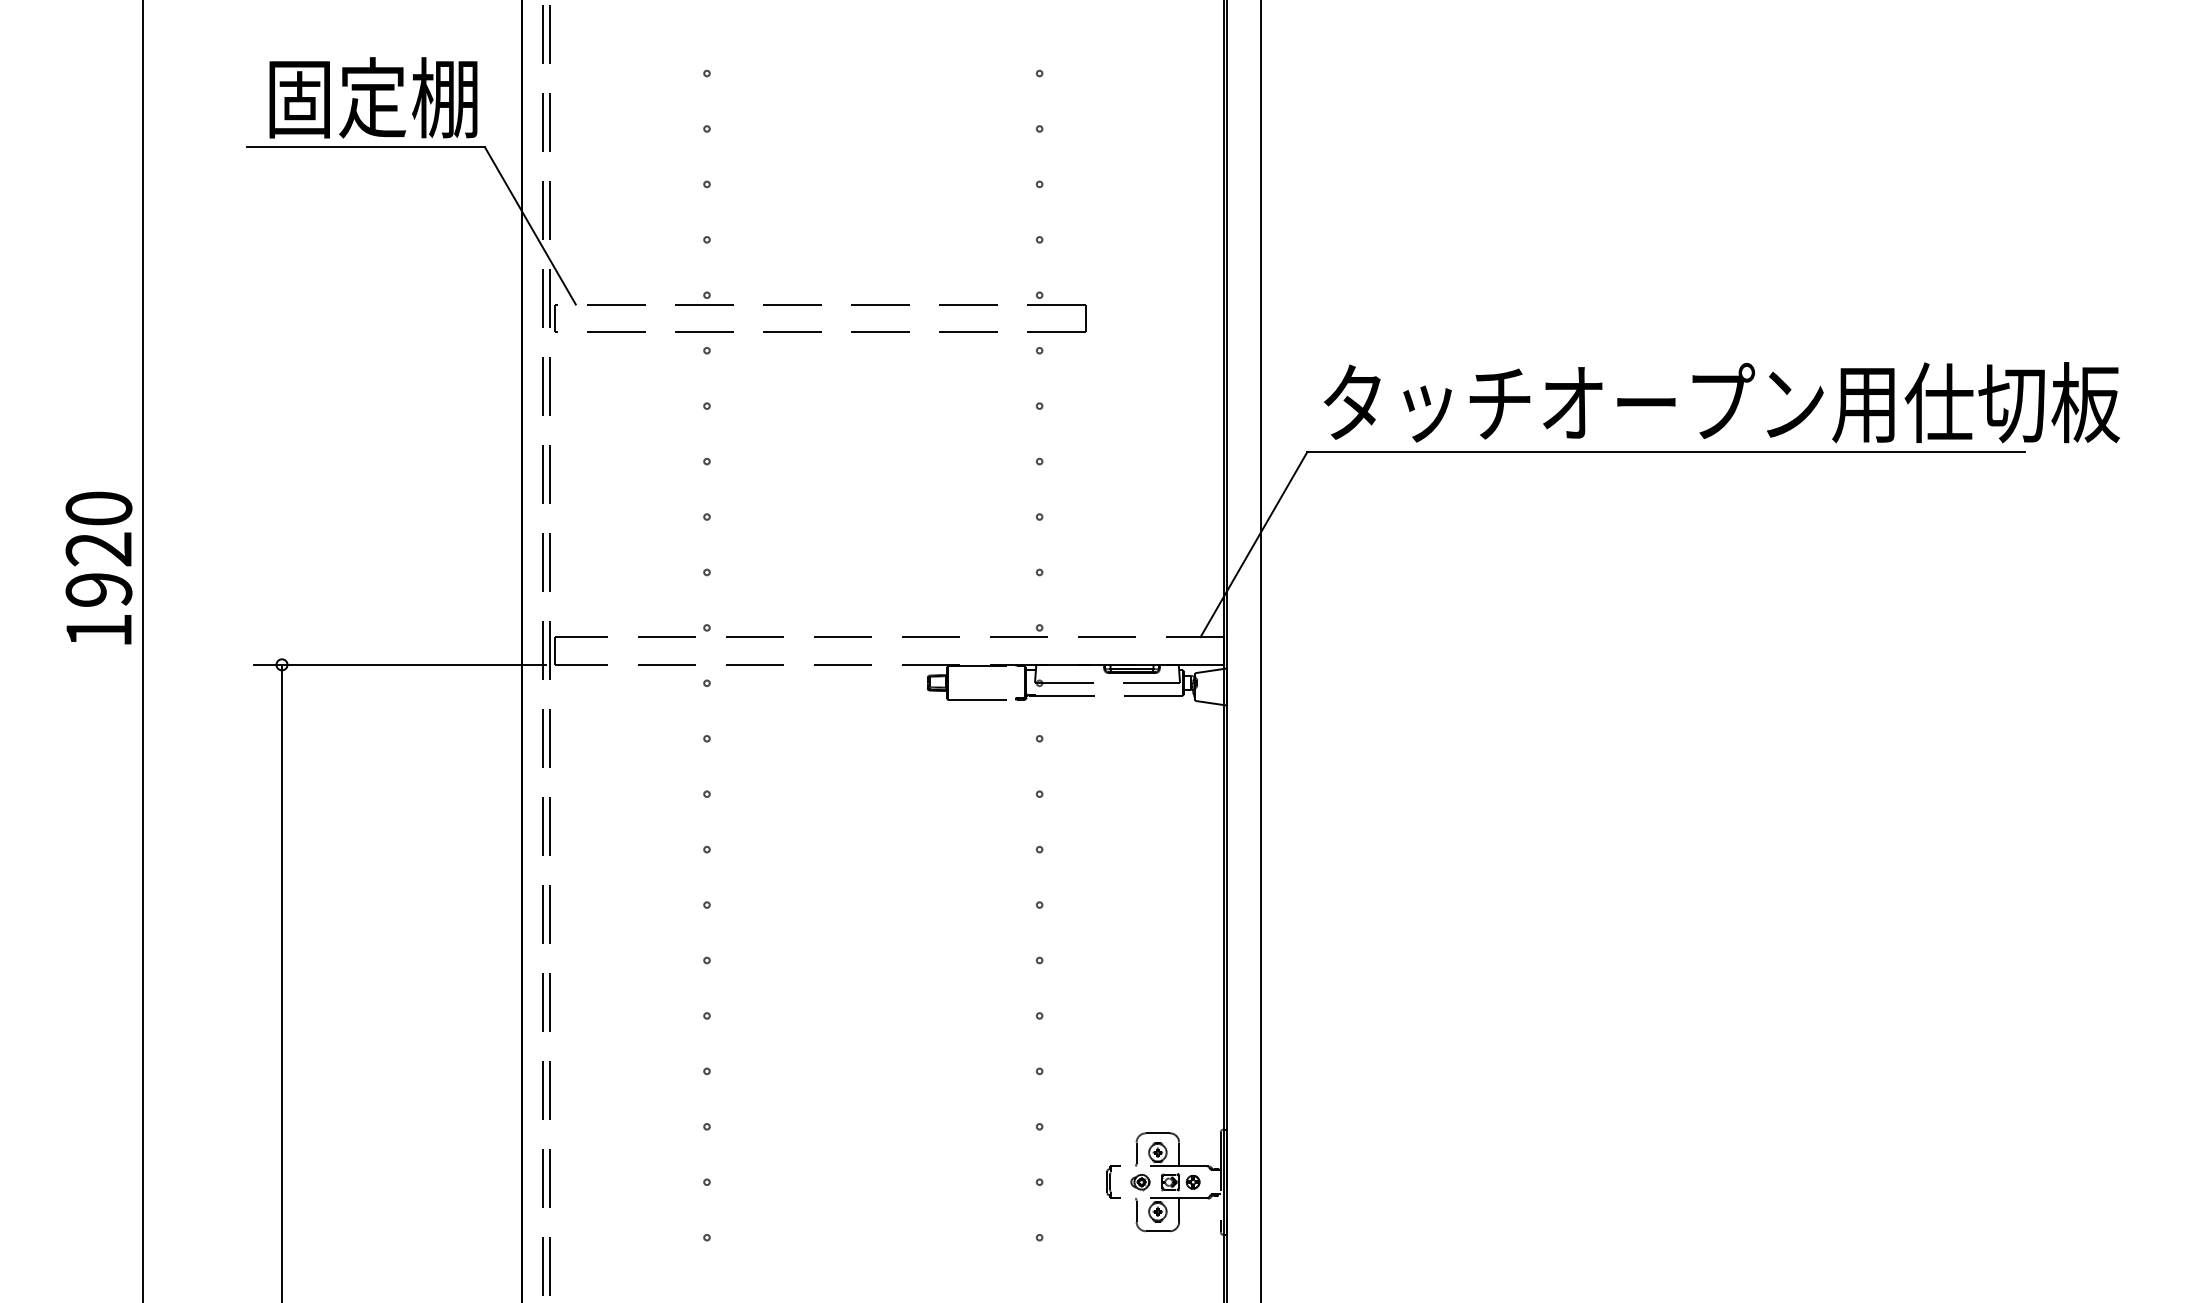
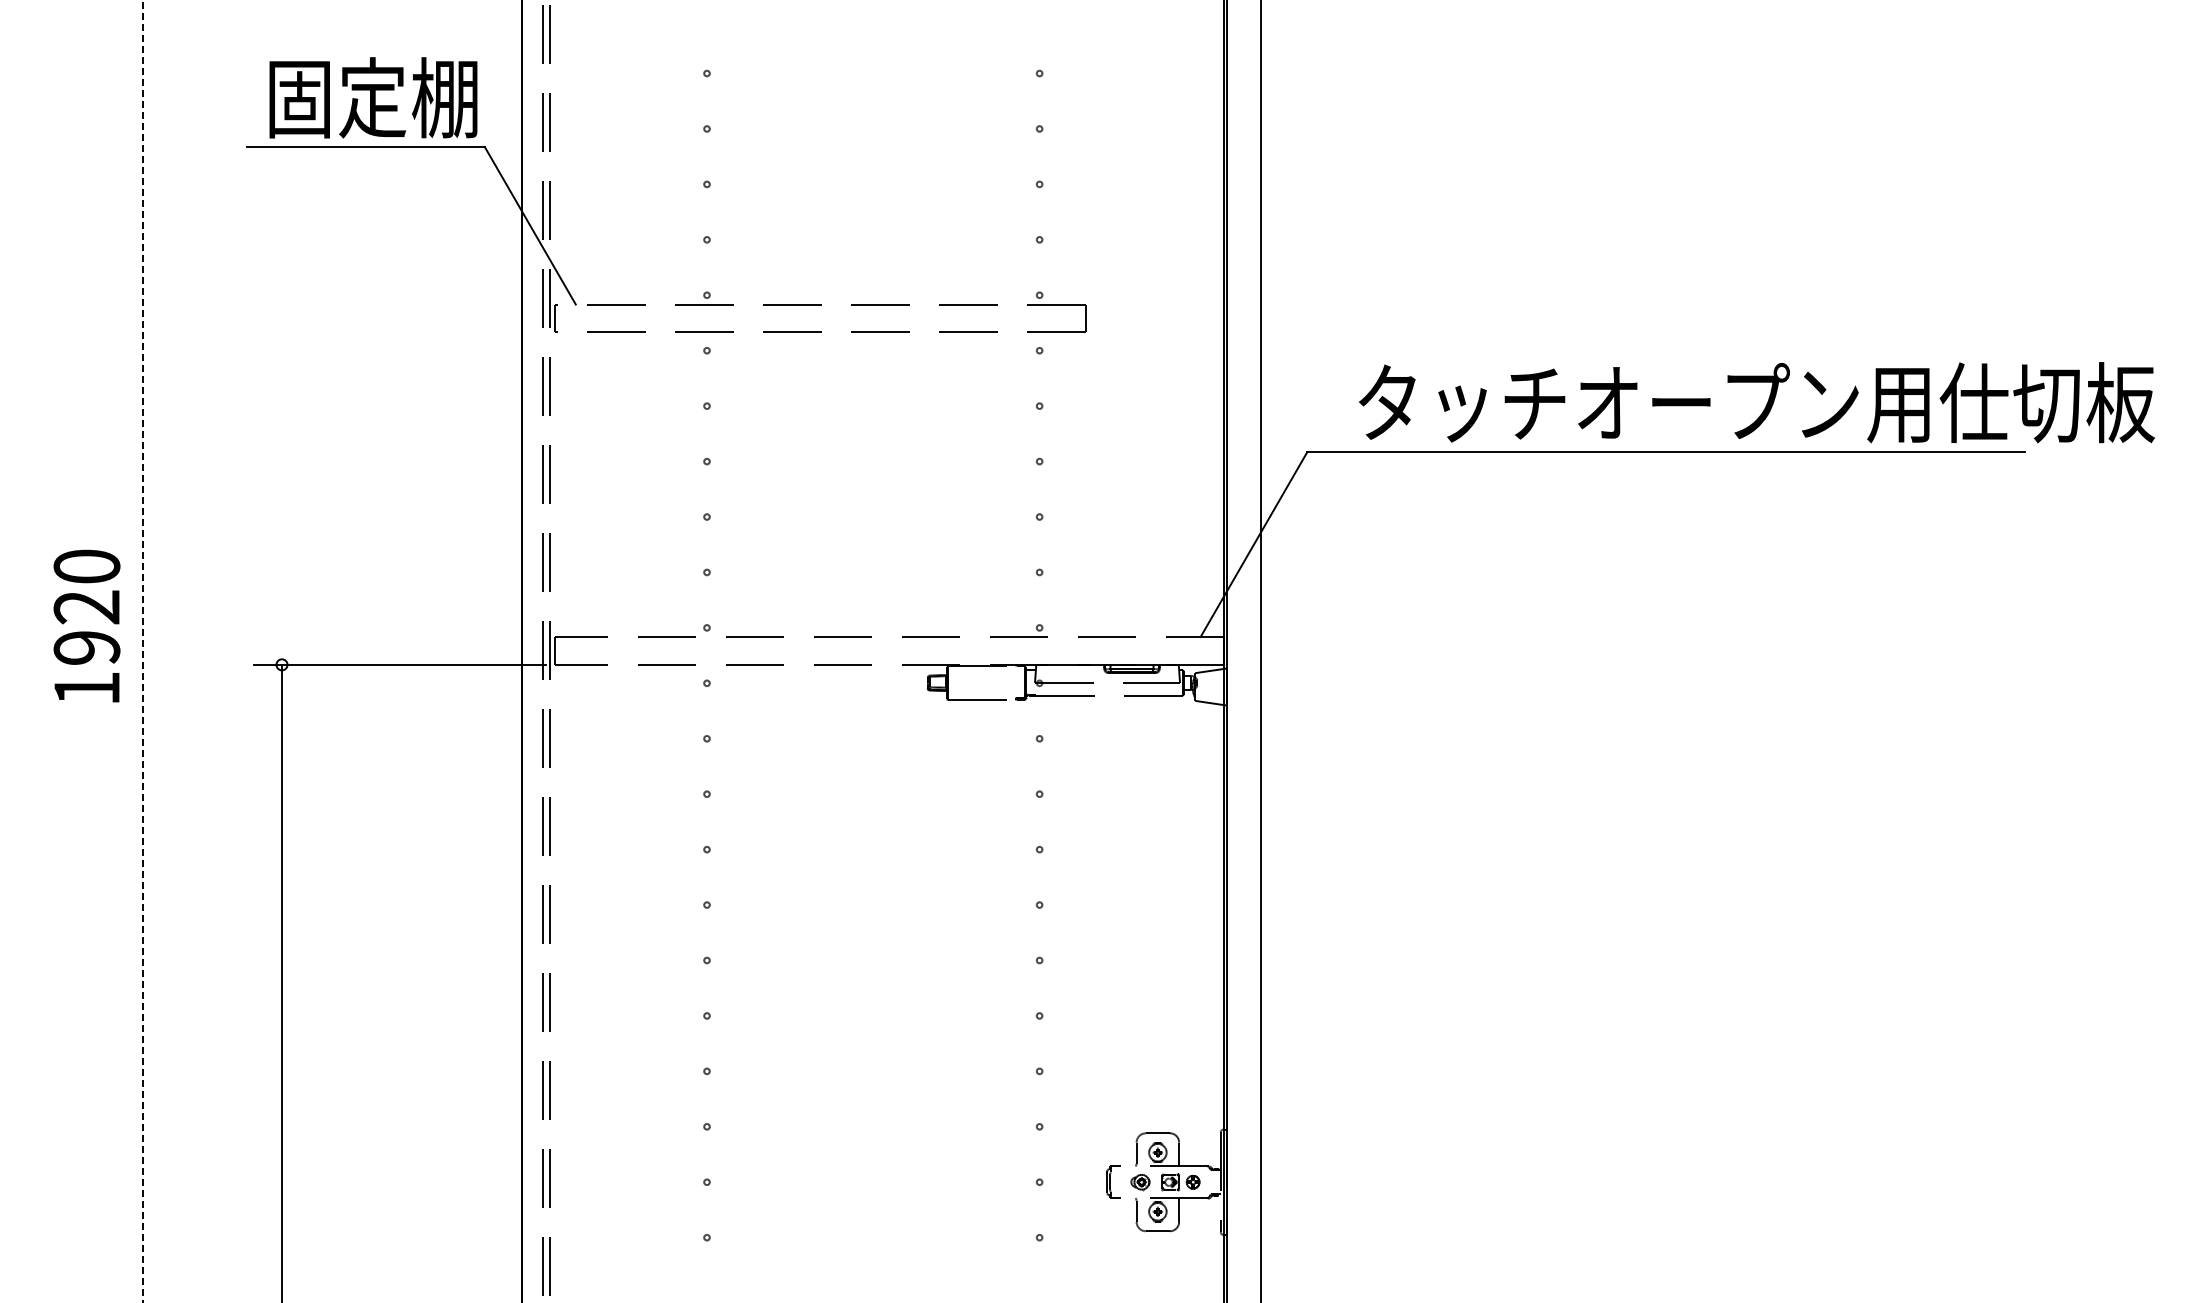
text at (1721, 402) position: (1721, 402) -> (1756, 402)
text at (98, 567) position: (98, 567) -> (86, 625)
line at (143, 651): solid -> dashed
